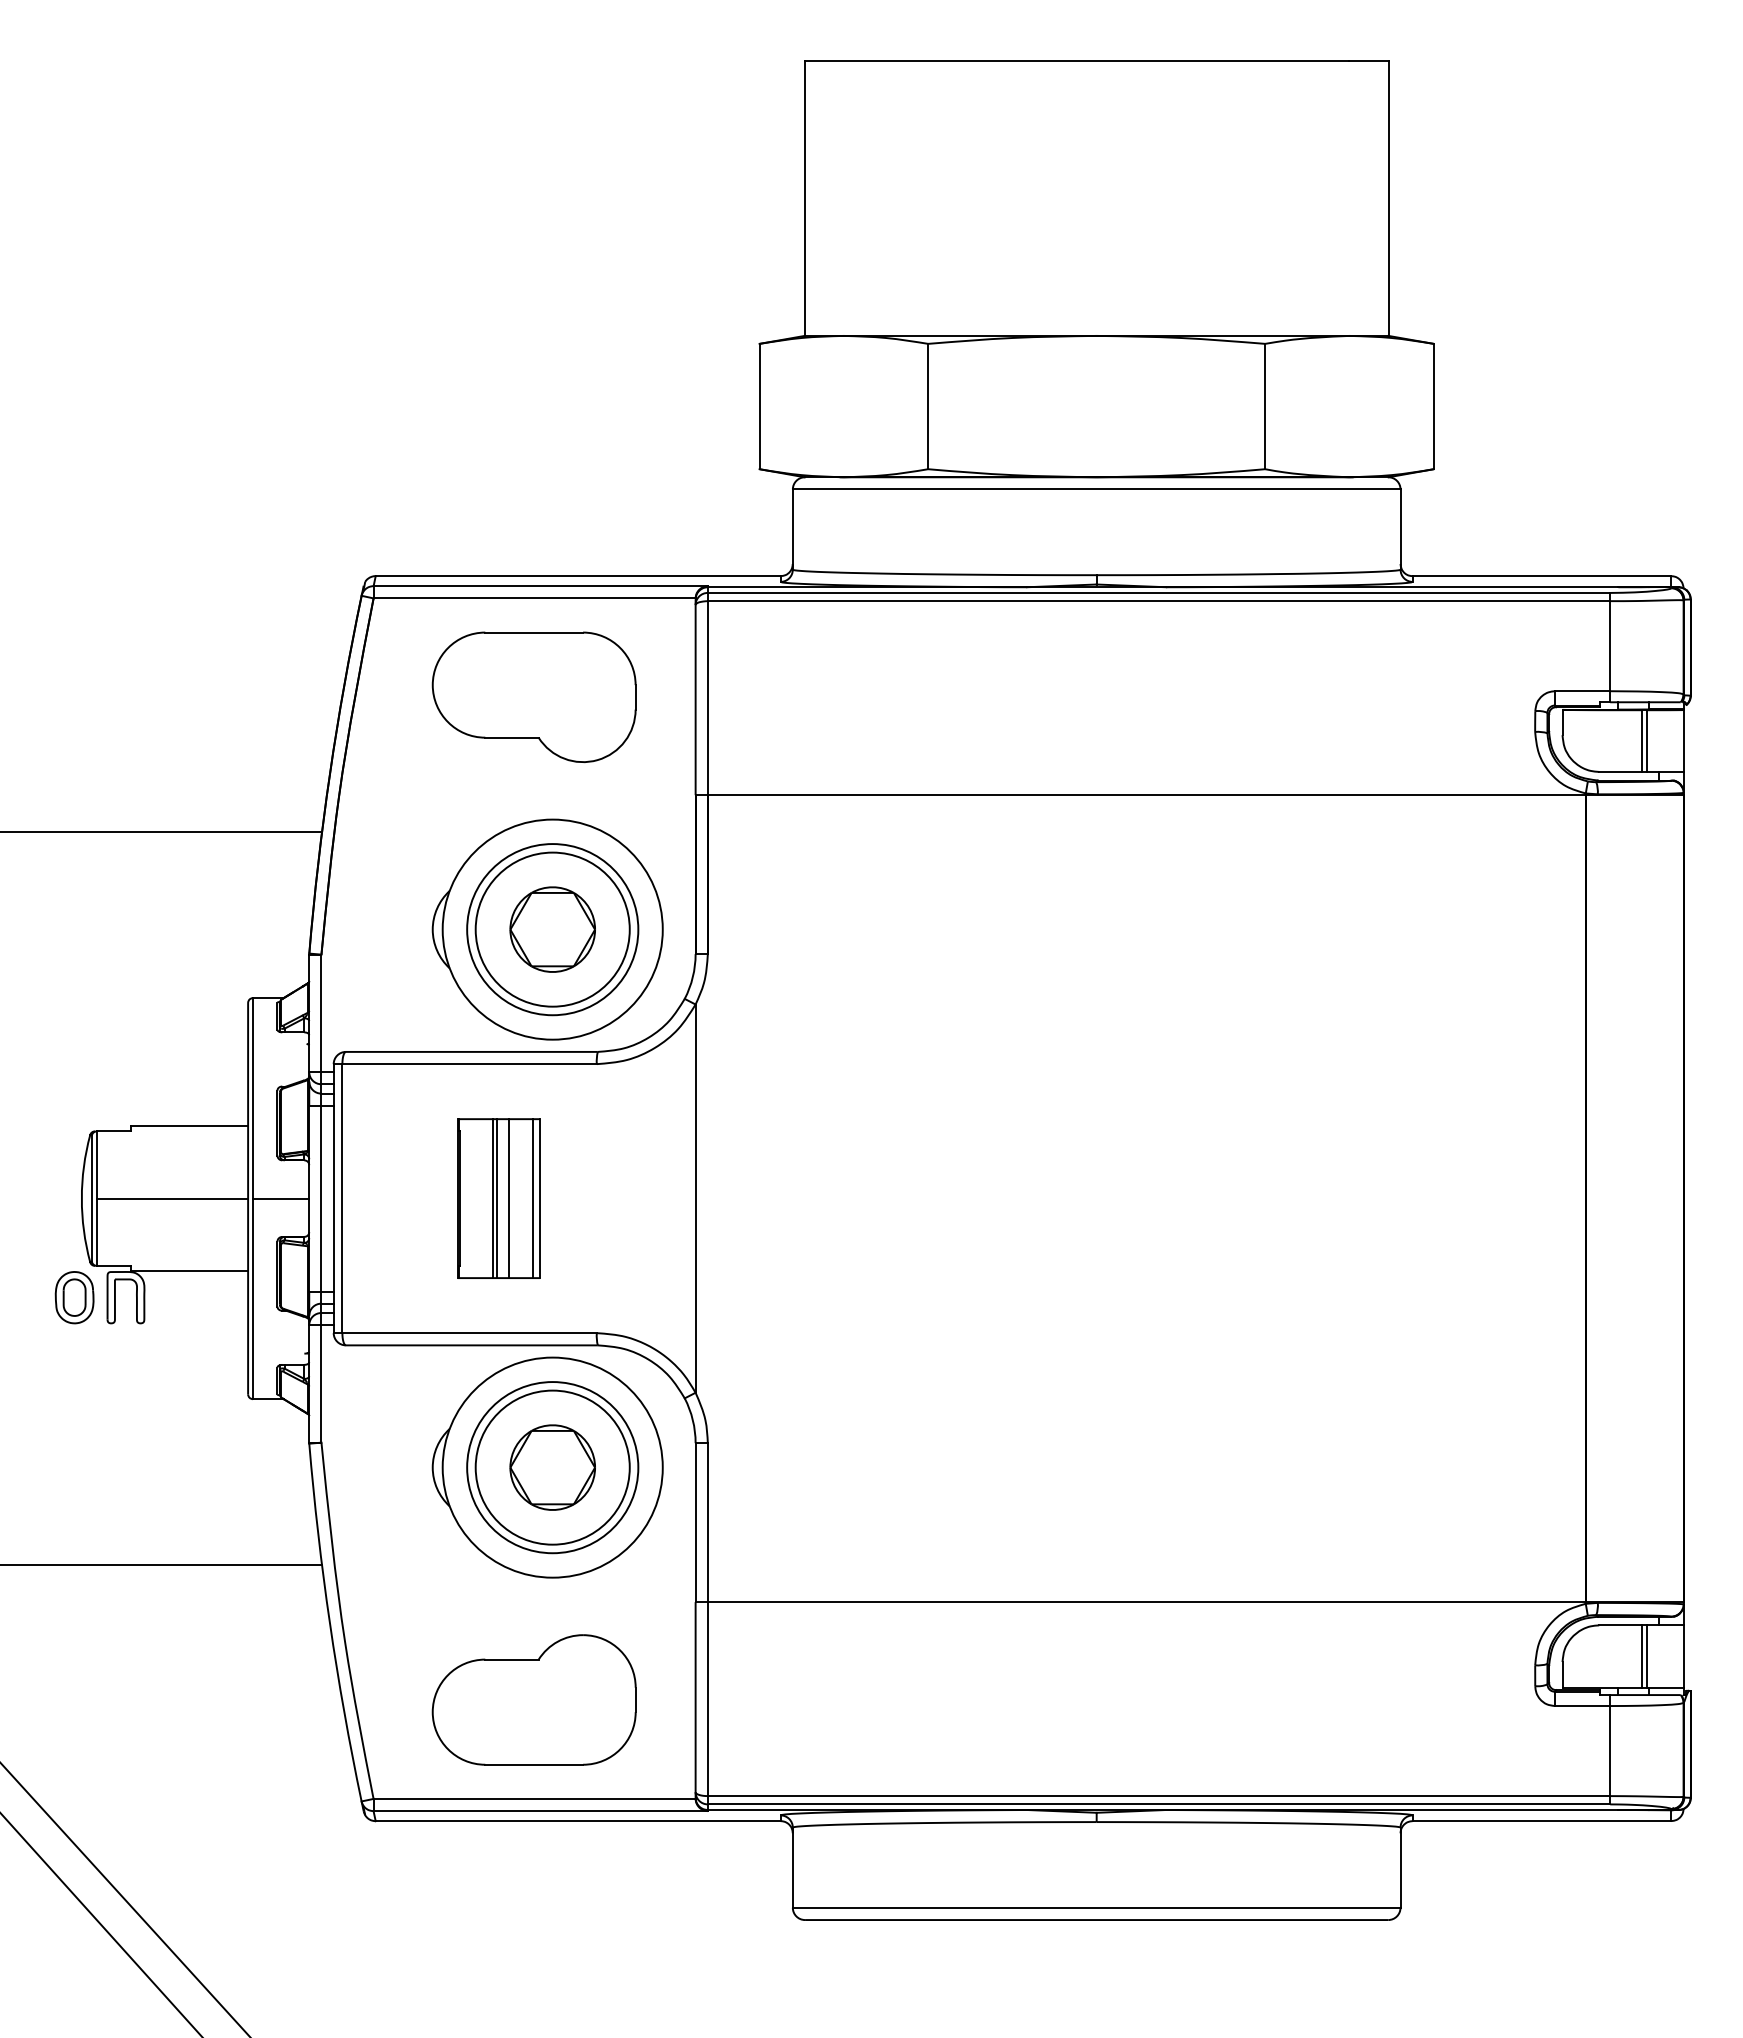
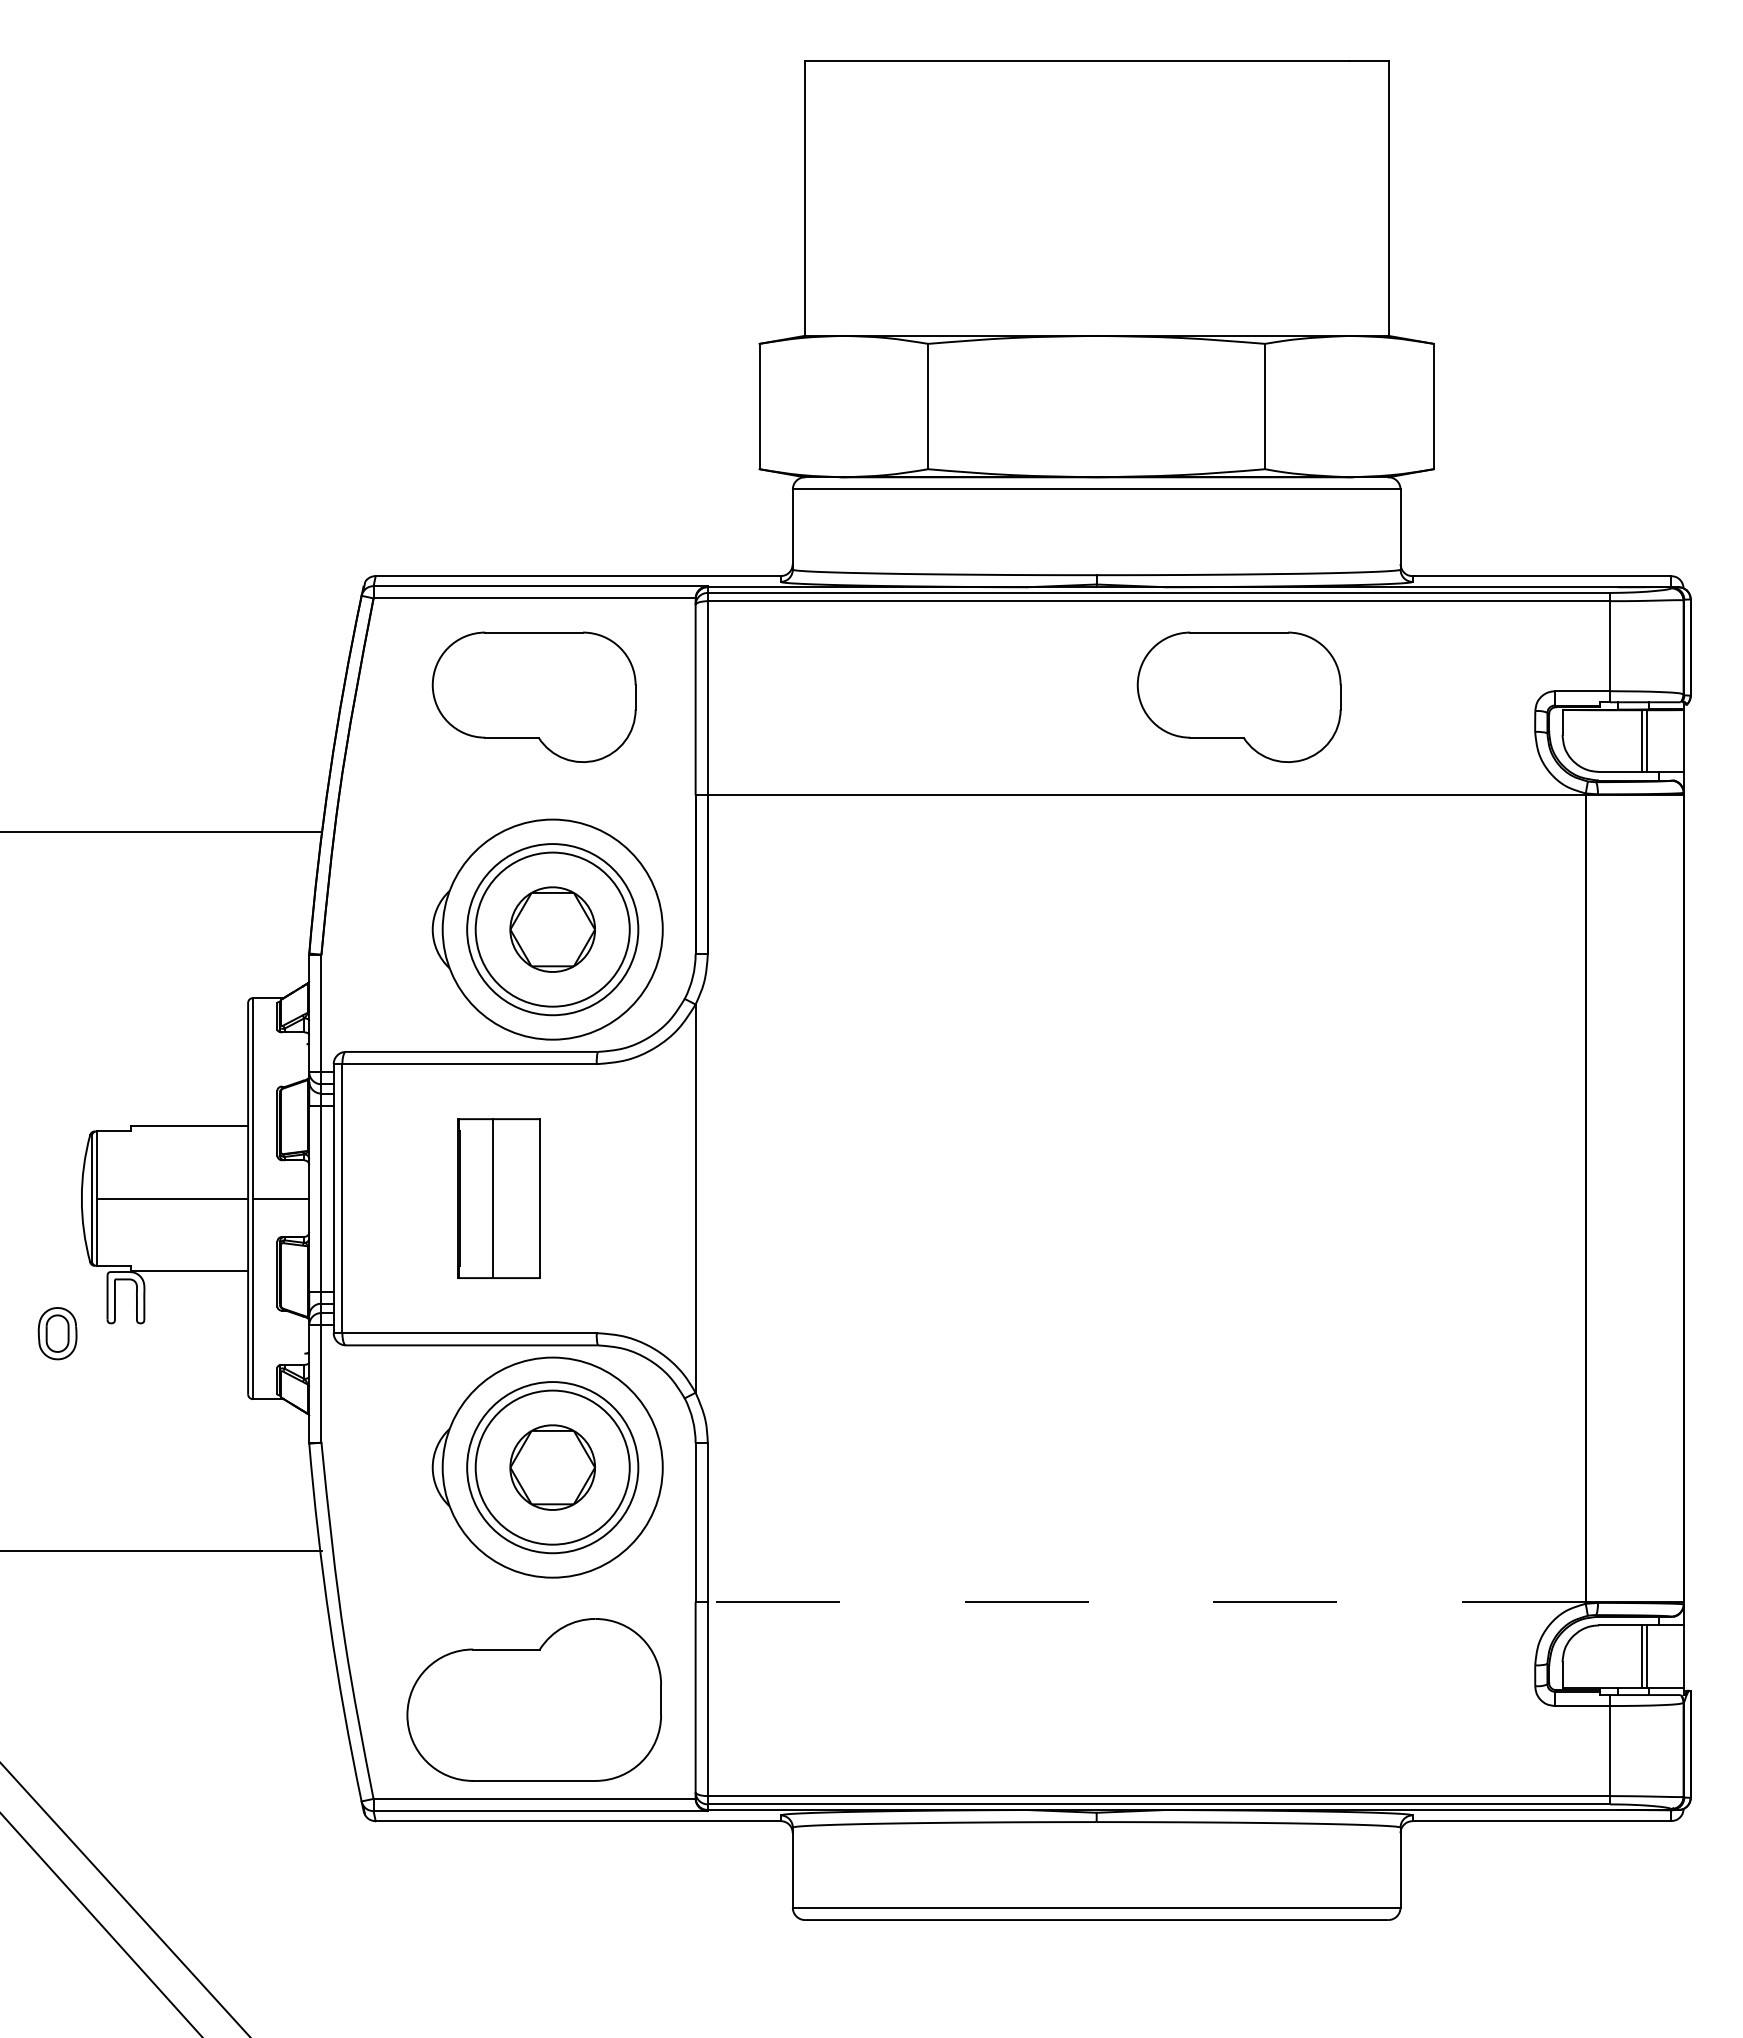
part at (1238, 696): none -> present
line at (497, 1198): present -> none
line at (508, 1198): present -> none
line at (532, 1198): present -> none
part at (74, 1297) position: (74, 1297) -> (57, 1333)
line at (162, 1565) position: (162, 1565) -> (162, 1551)
line at (1146, 1602): solid -> dashed
part at (533, 1699) size: 206x132 px -> 256x164 px
